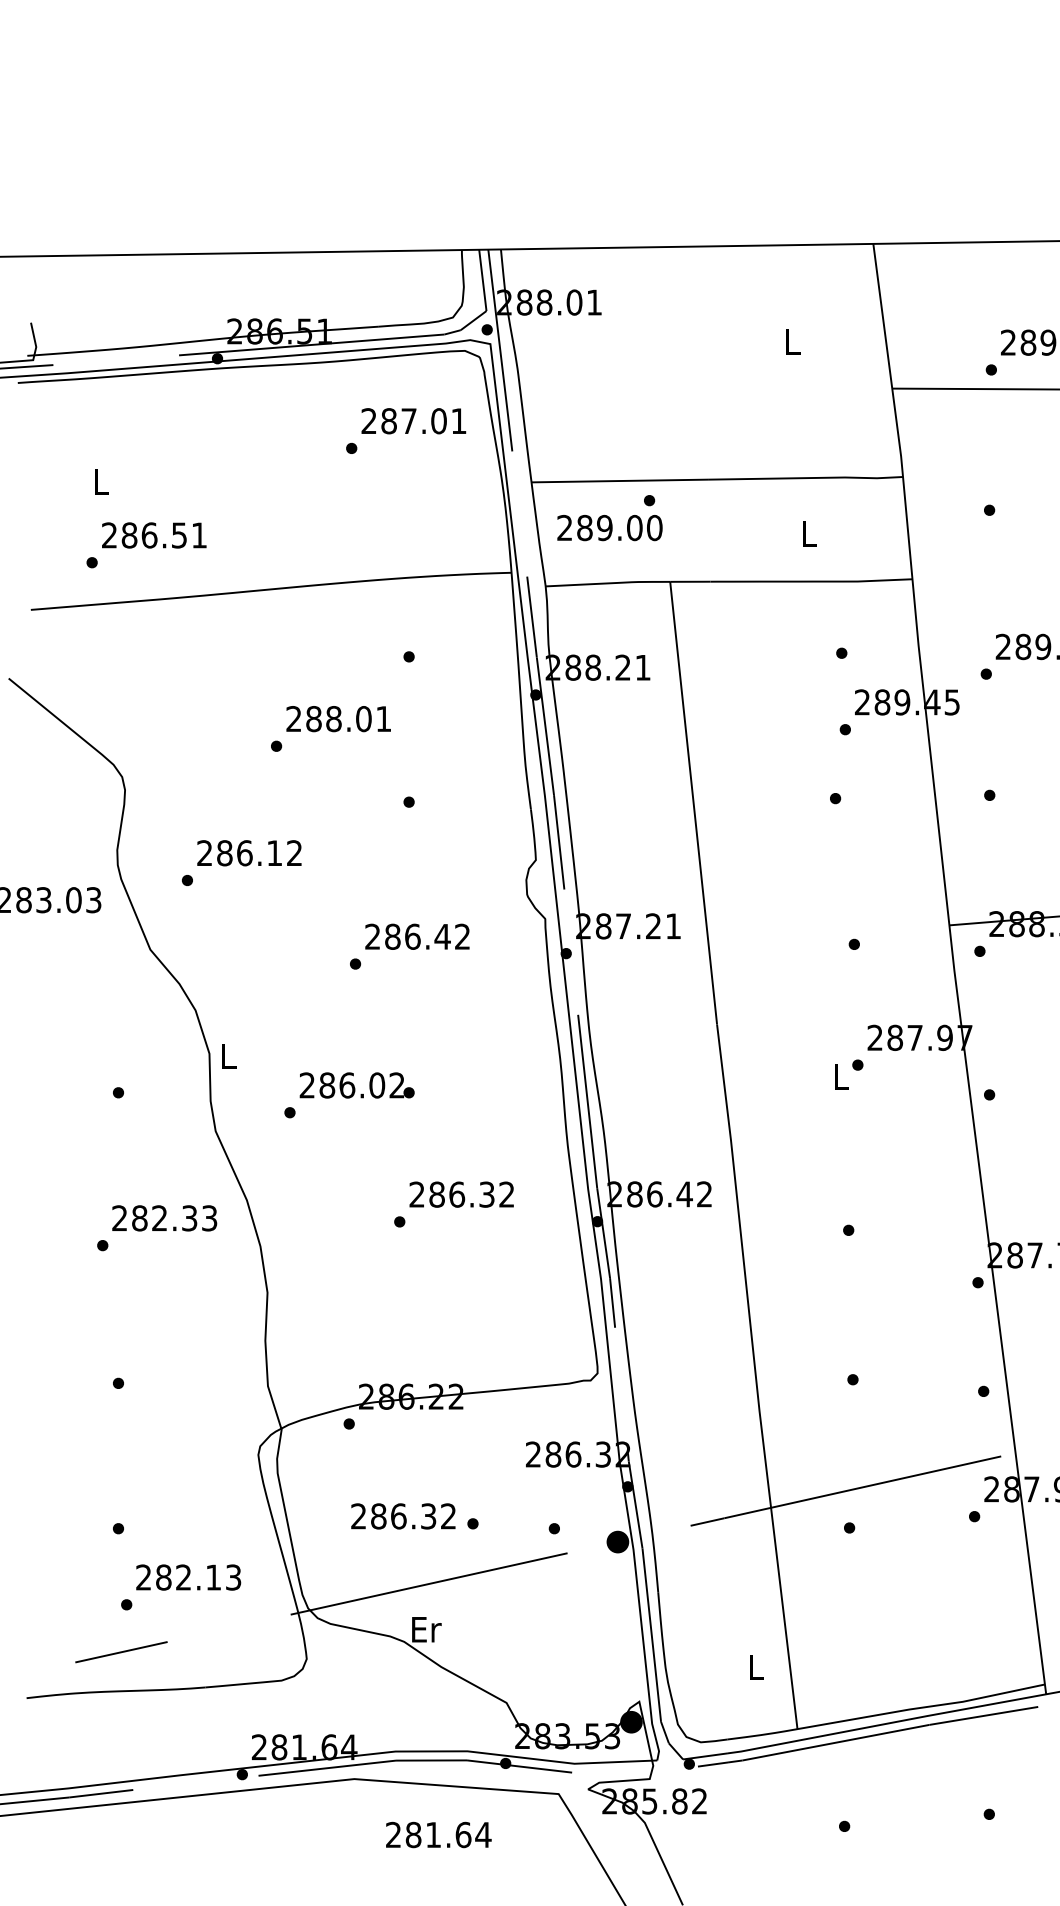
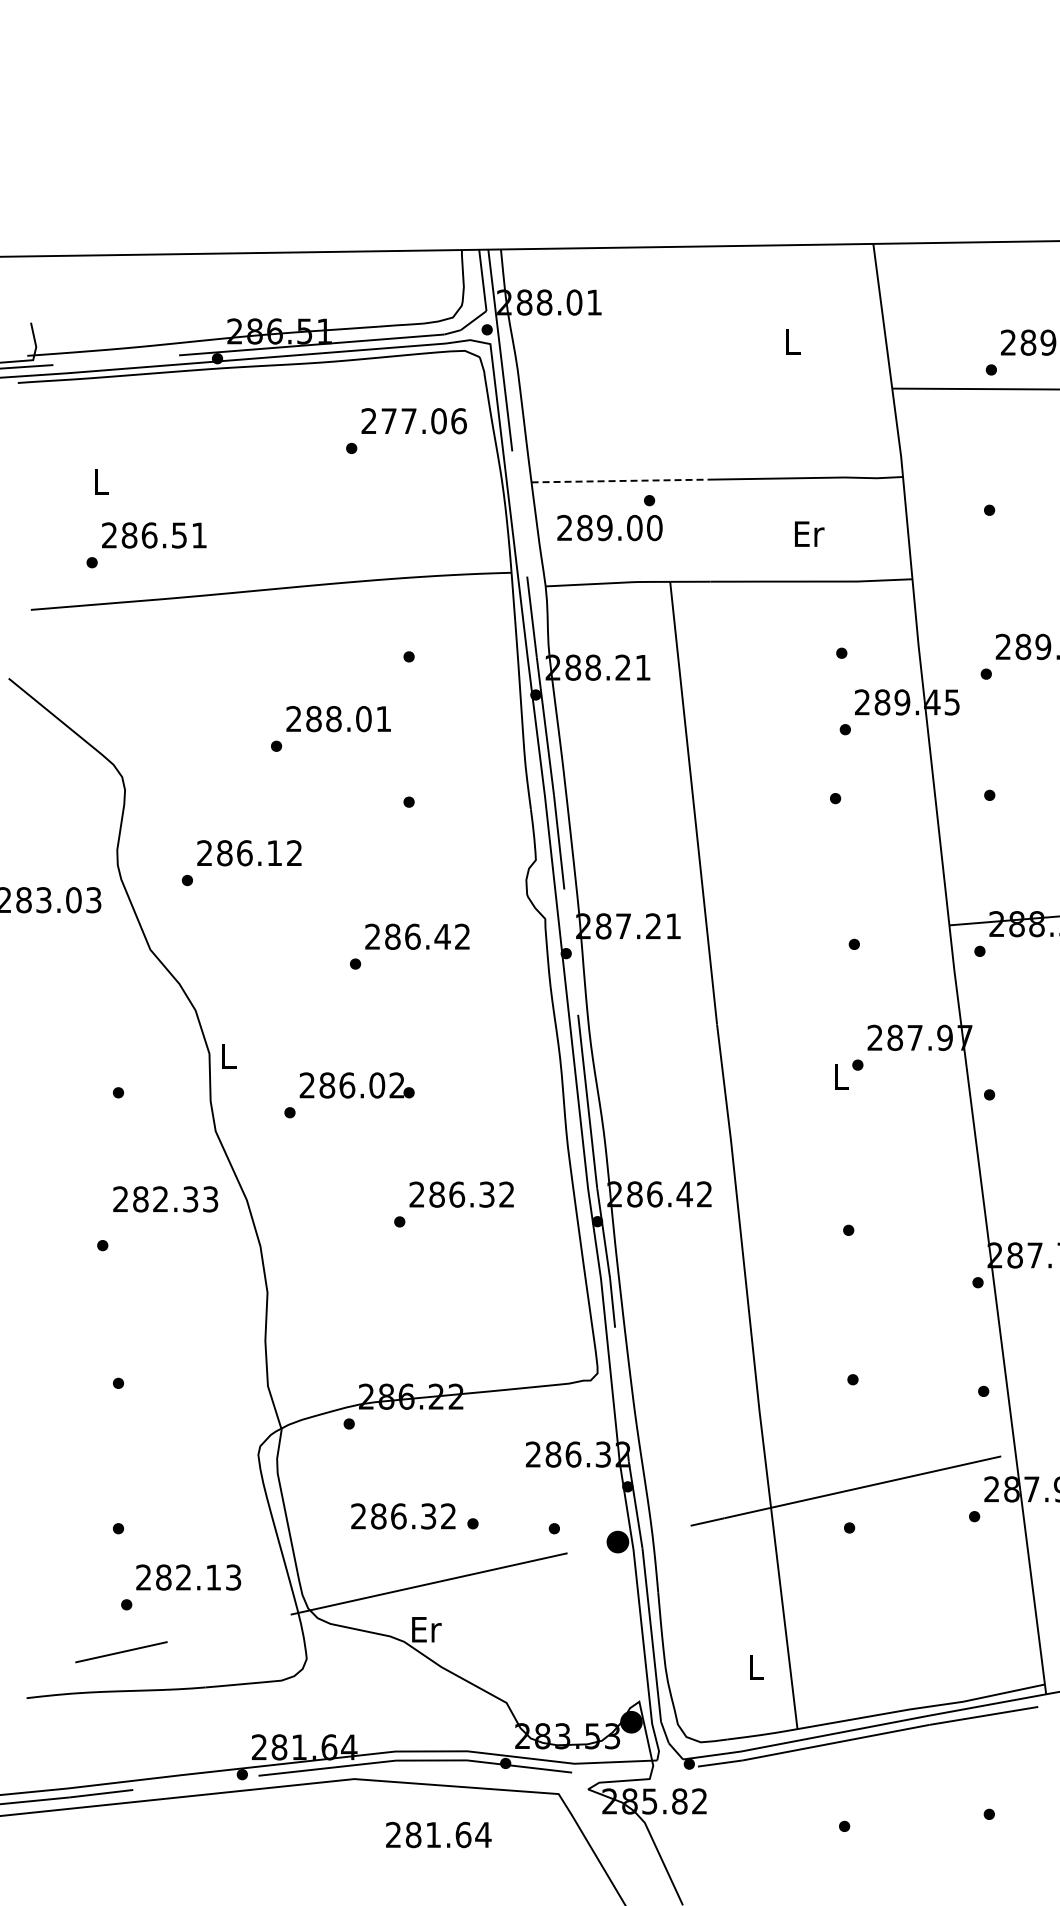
text at (423, 421): 287.01 -> 277.06
line at (620, 481): solid -> dashed
text at (809, 533): L -> Er
text at (164, 1218) position: (164, 1218) -> (165, 1199)
